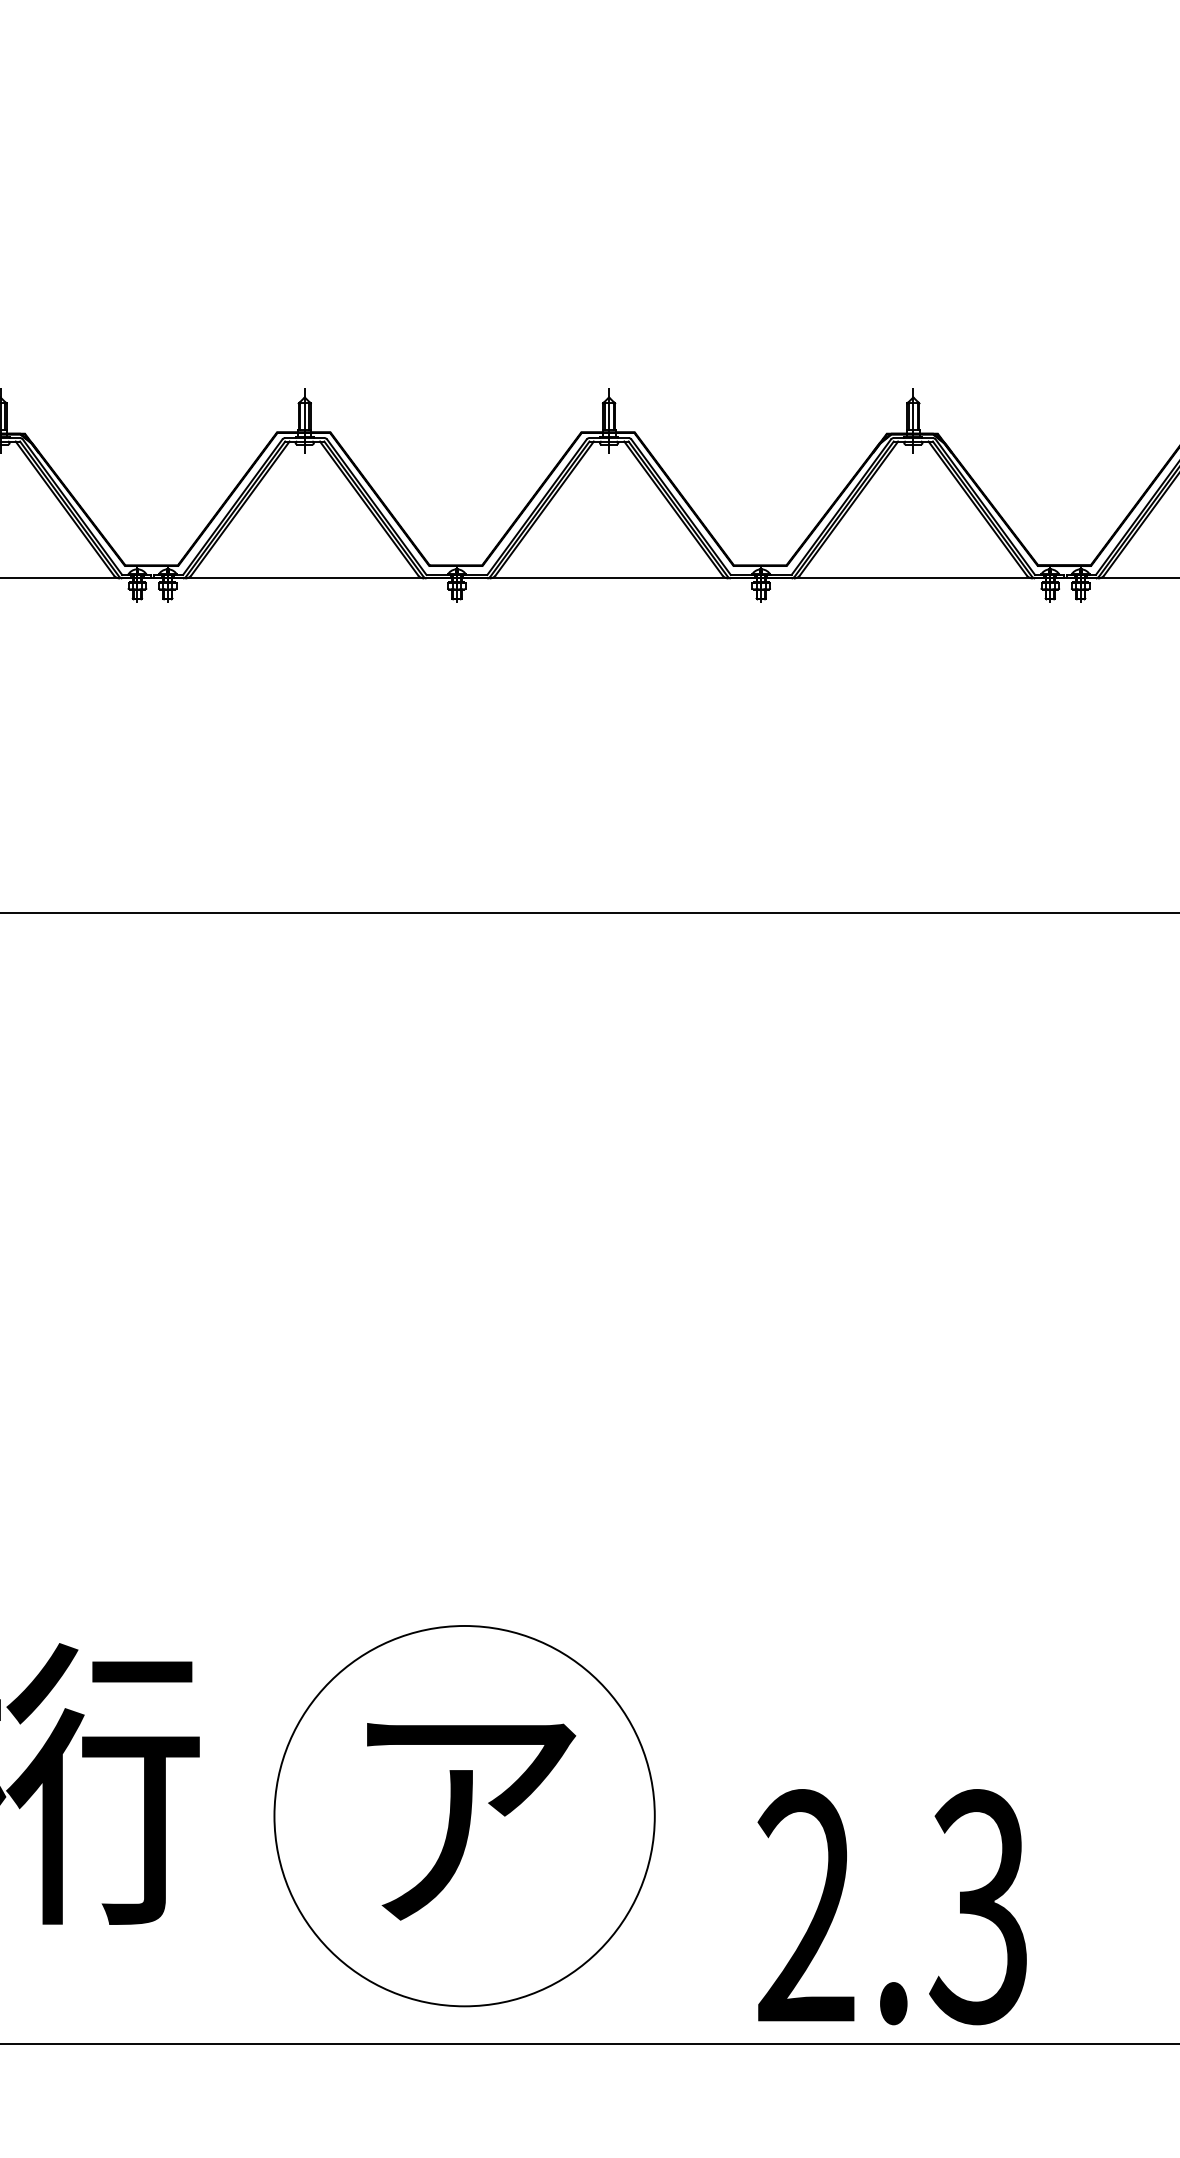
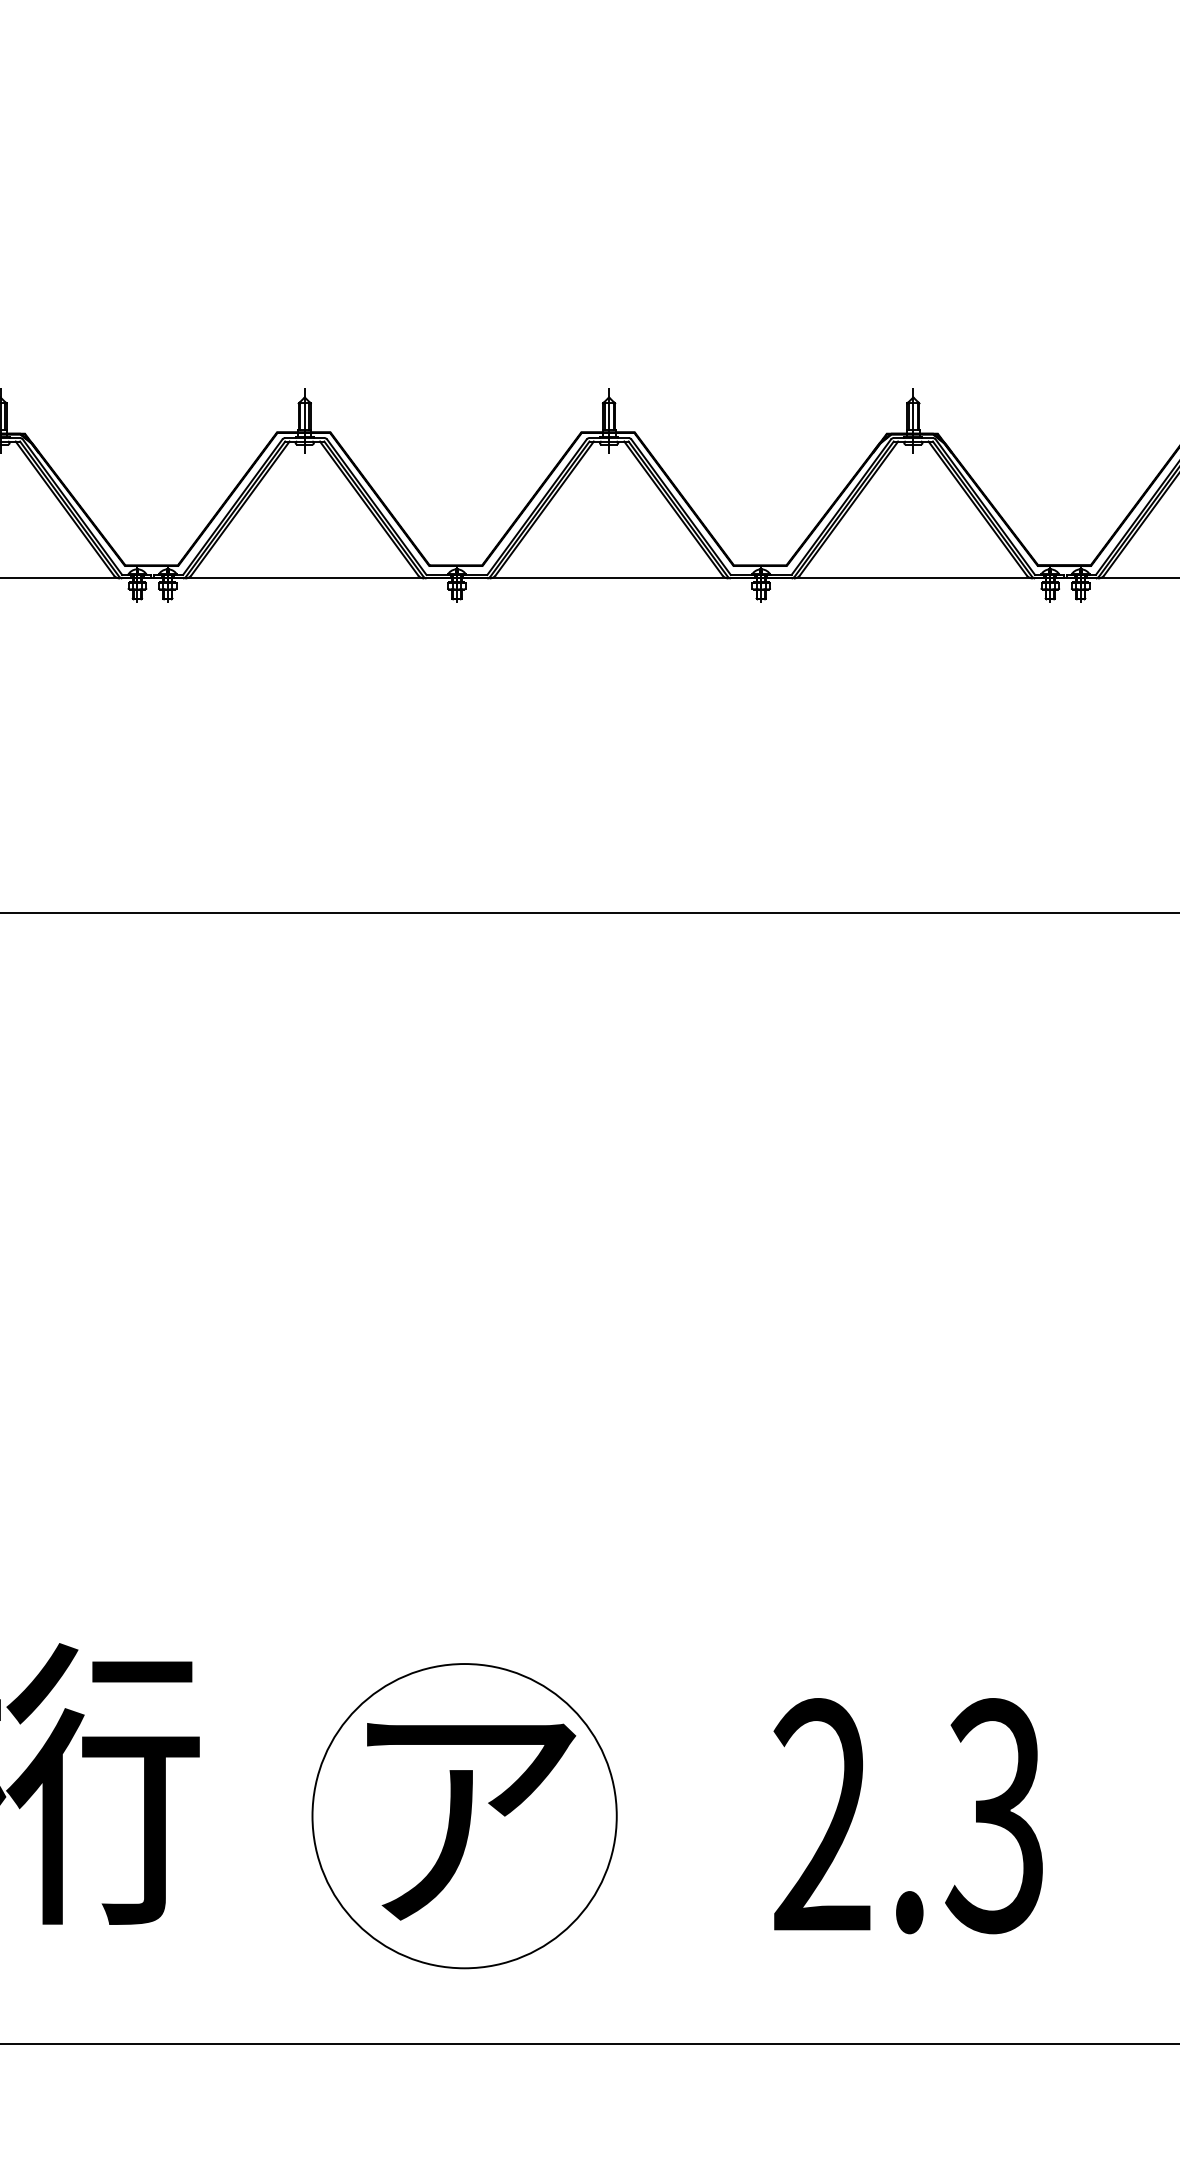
circle at (464, 1815) diameter: 380 px -> 304 px
text at (891, 1907) position: (891, 1907) -> (907, 1816)
